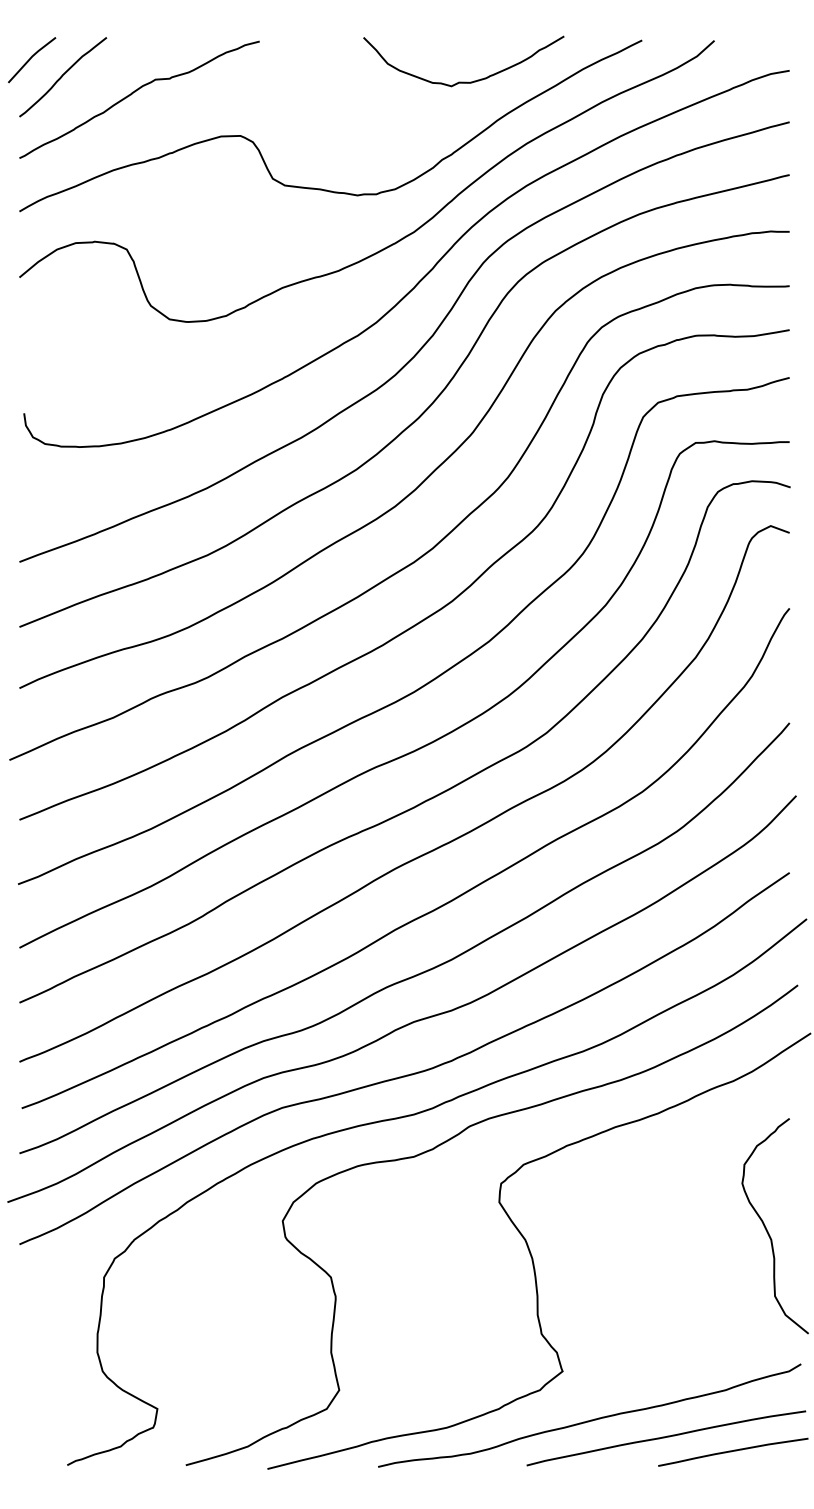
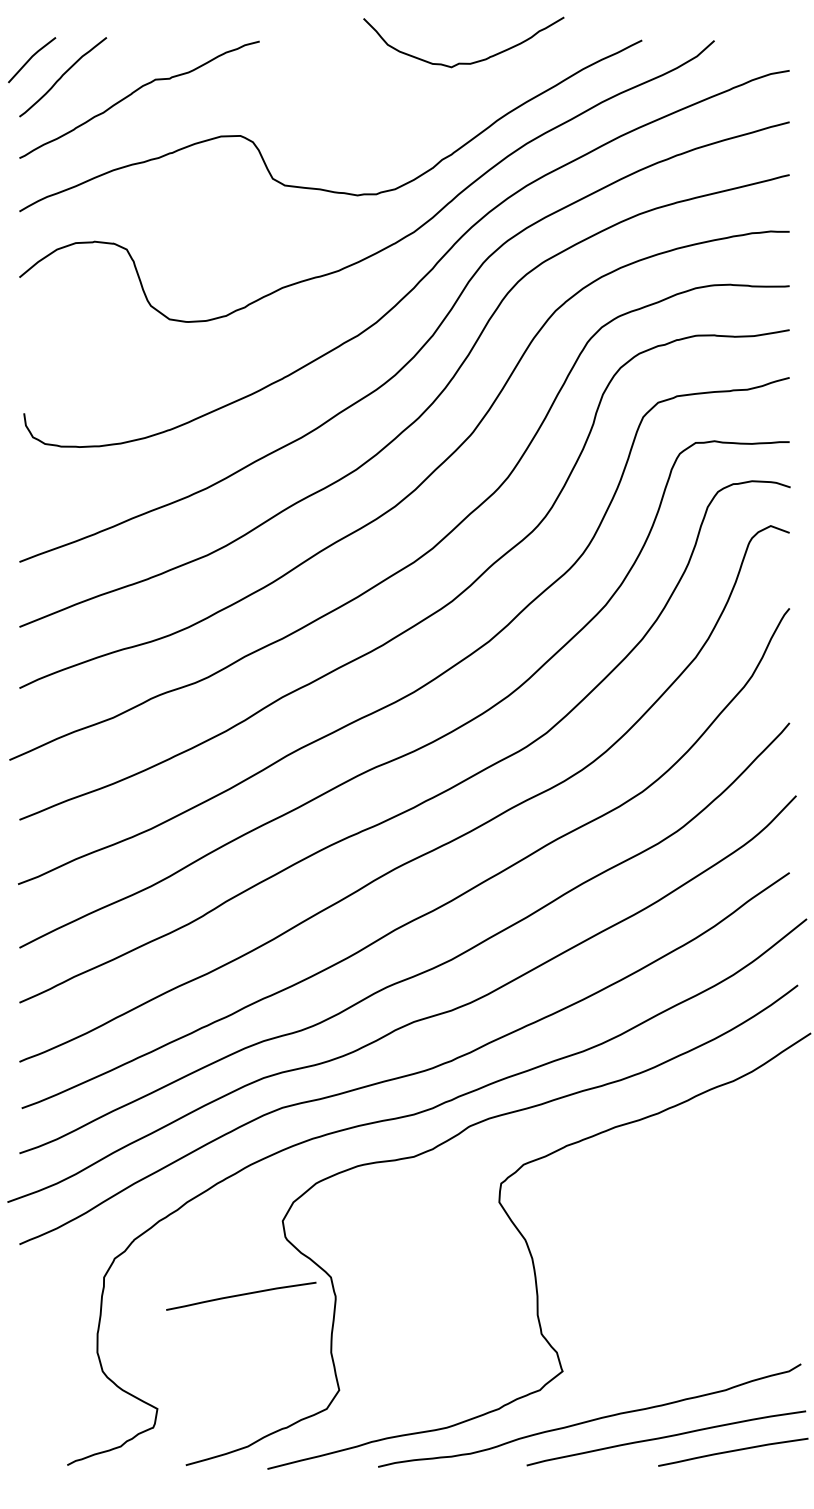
curve at (463, 81) position: (463, 81) -> (463, 62)
curve at (767, 1229): present -> none
curve at (241, 1295): none -> present
